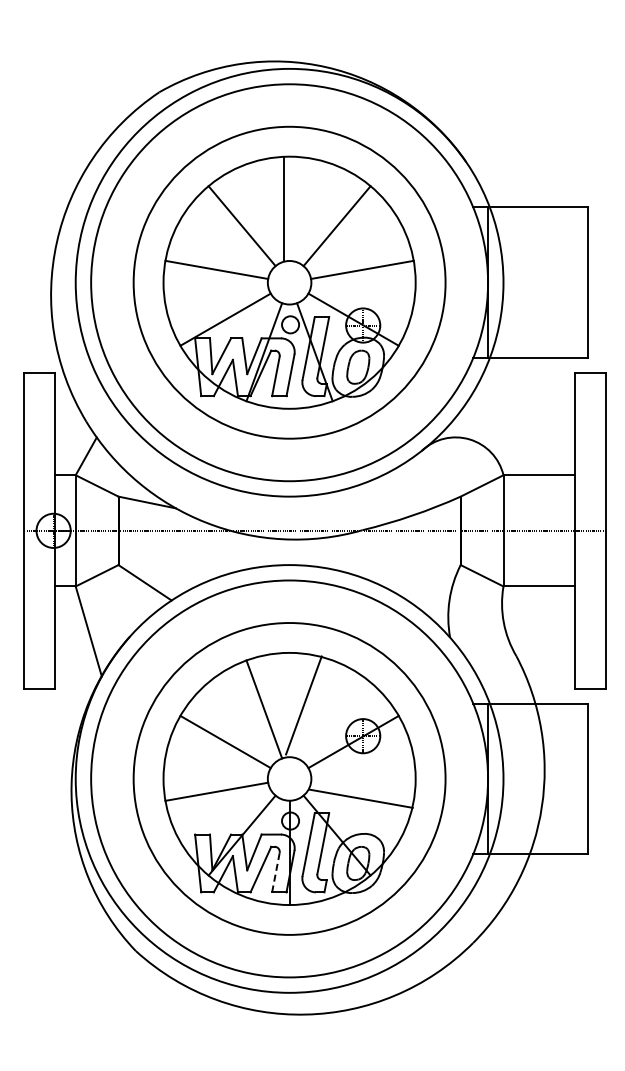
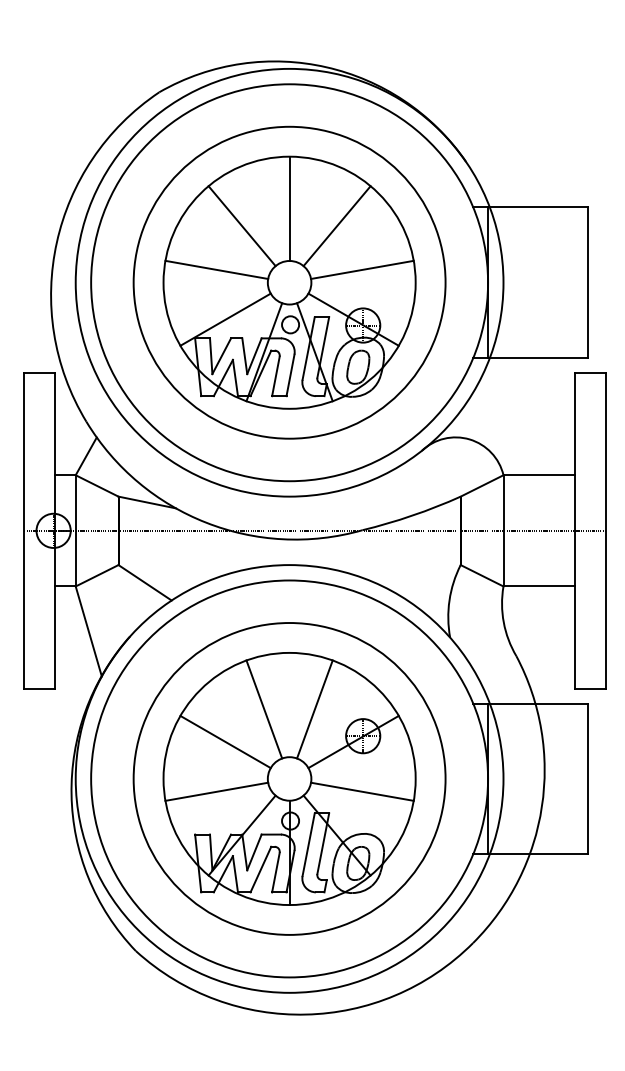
line at (283, 208) position: (283, 208) -> (289, 208)
line at (303, 705) position: (303, 705) -> (314, 709)
line at (361, 798) position: (361, 798) -> (362, 791)
line at (276, 872): dashed -> solid
